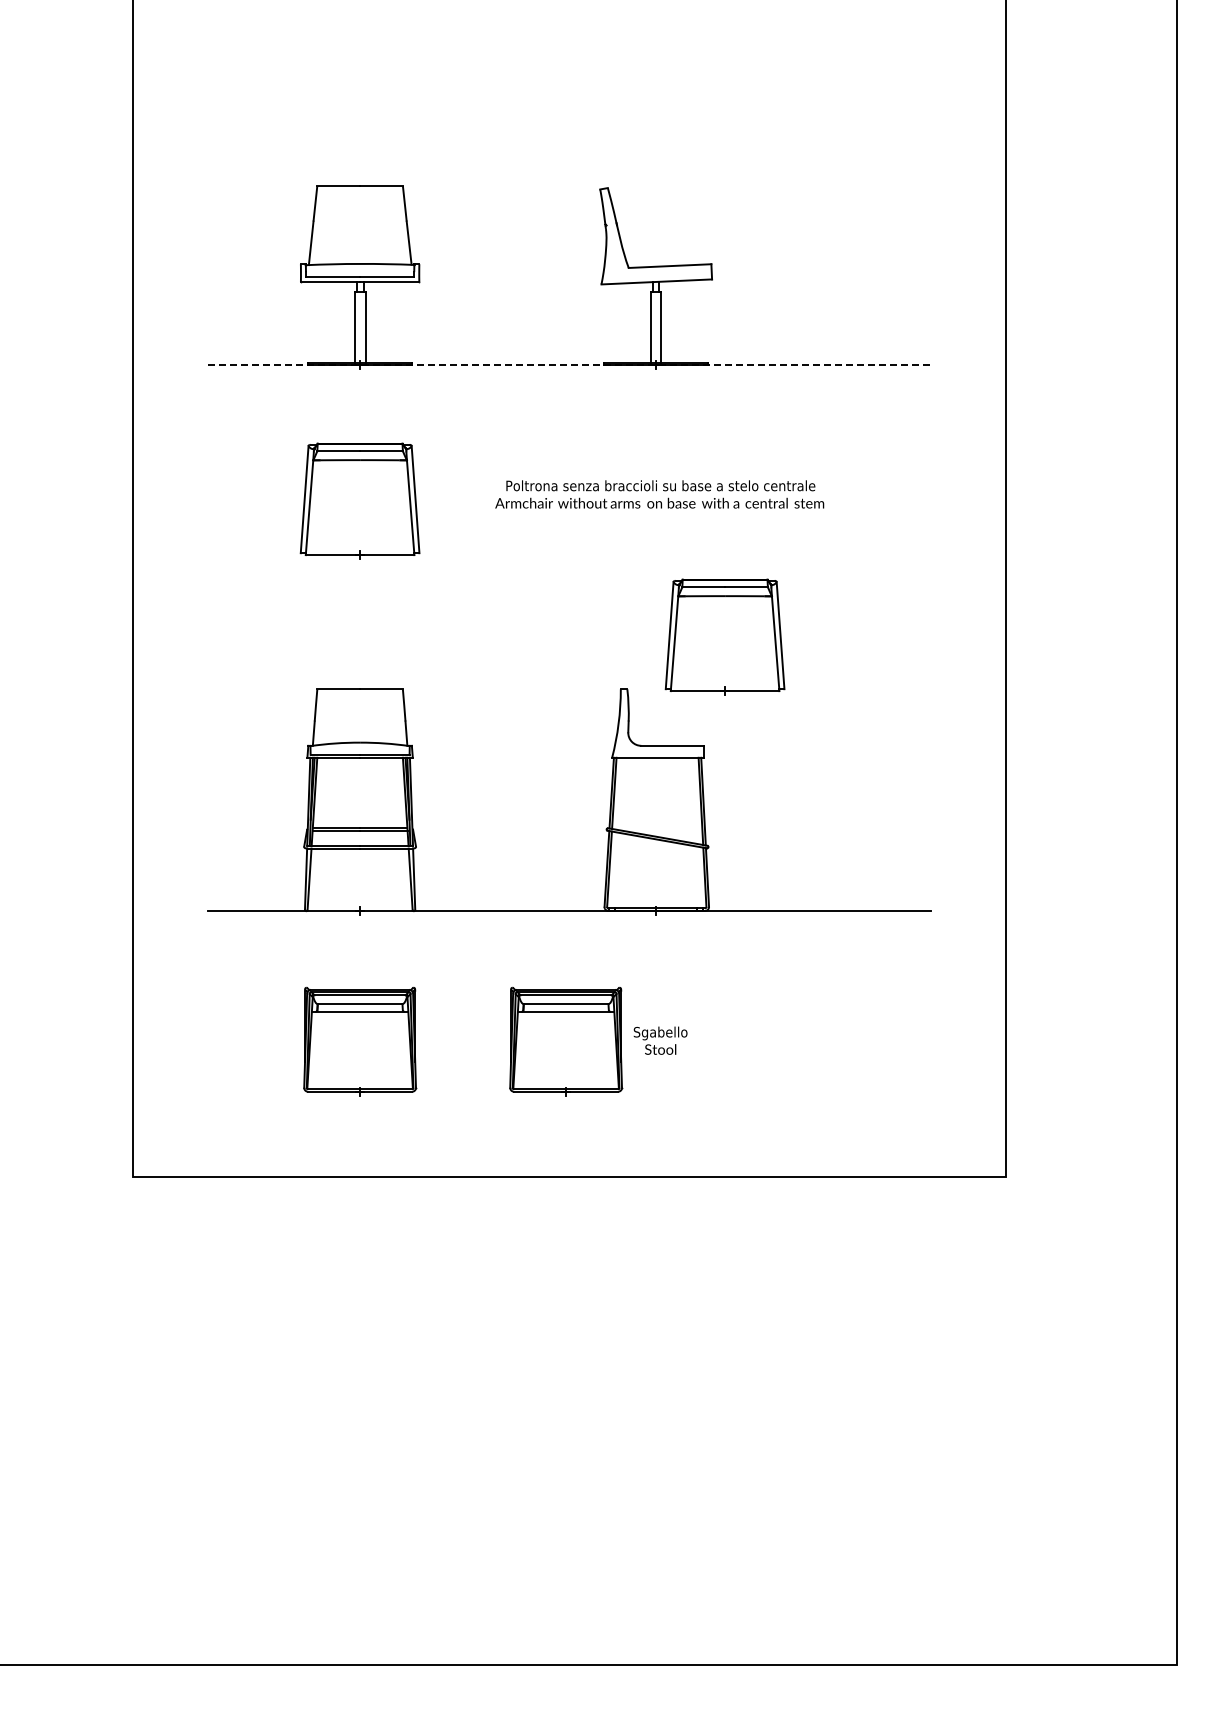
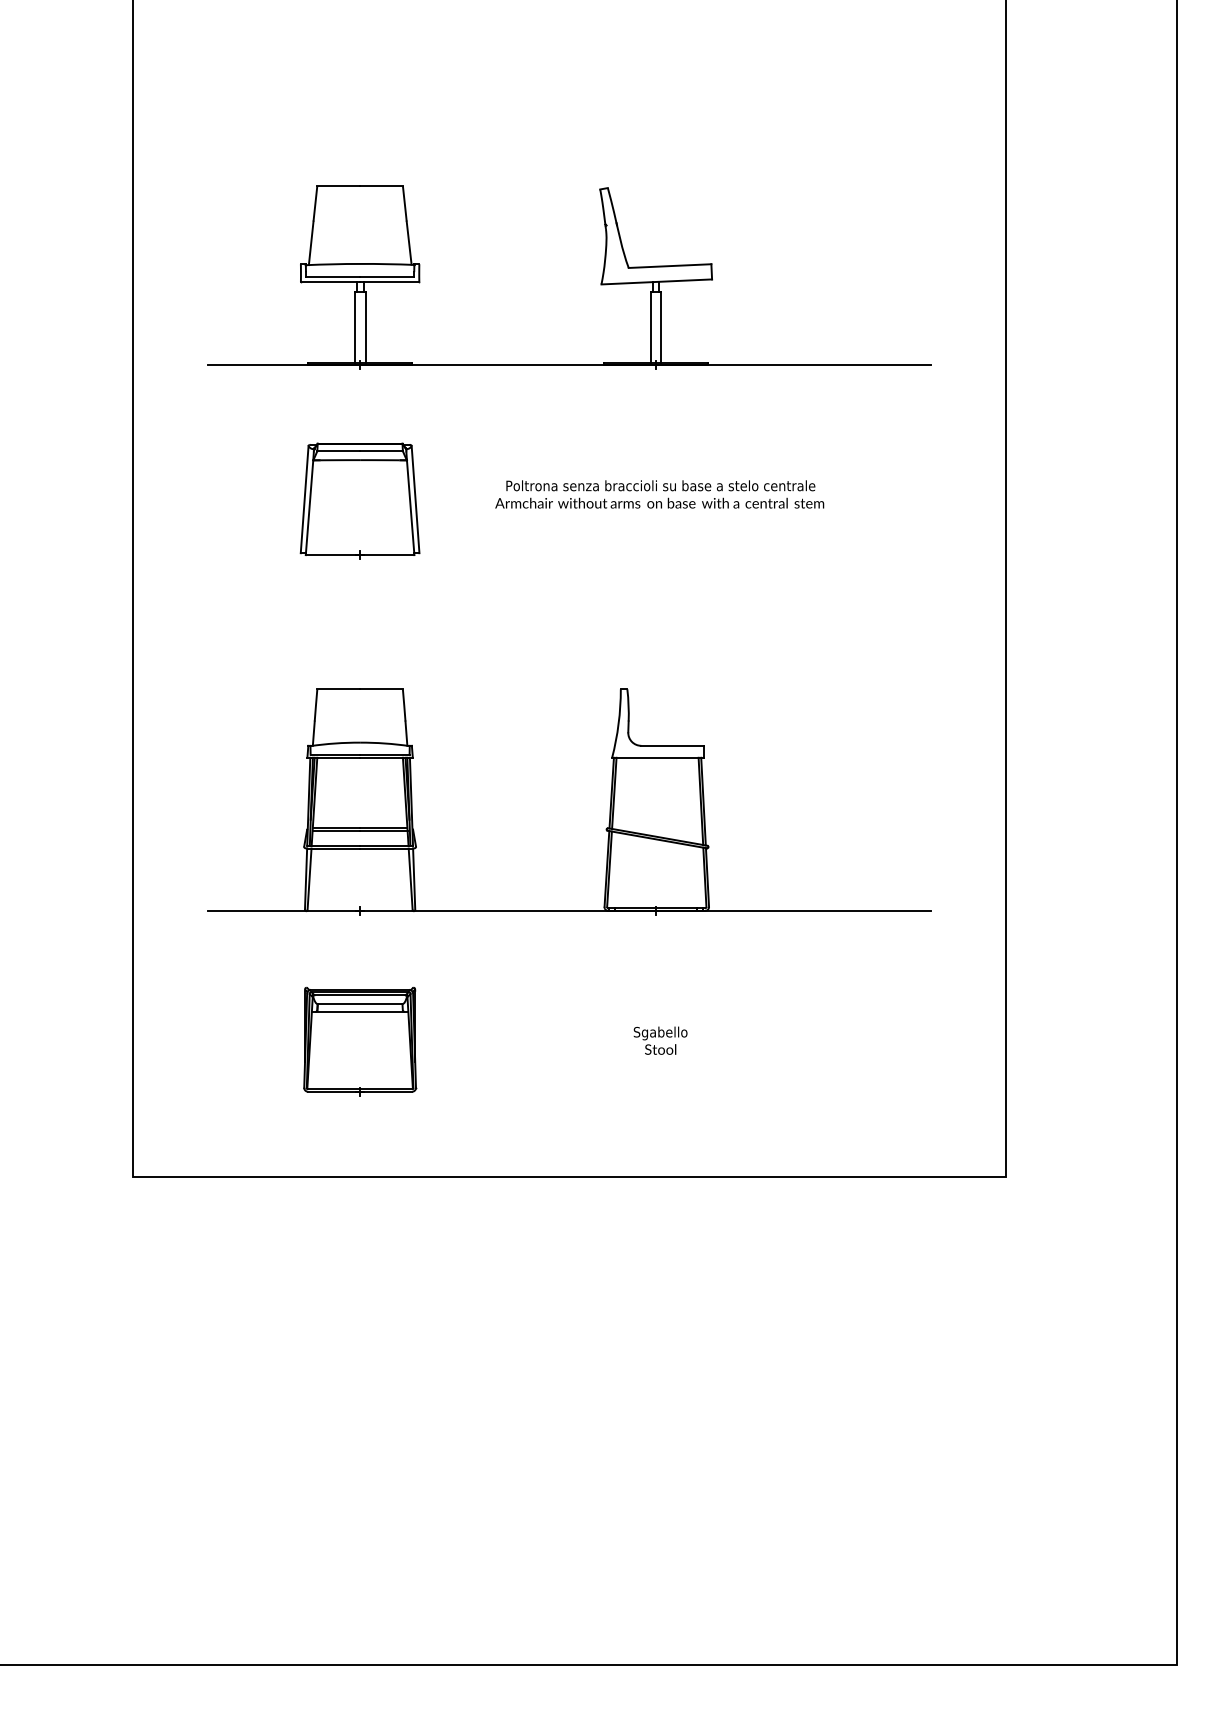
line at (569, 364): dashed -> solid
part at (724, 636): present -> none
part at (566, 1041): present -> none
